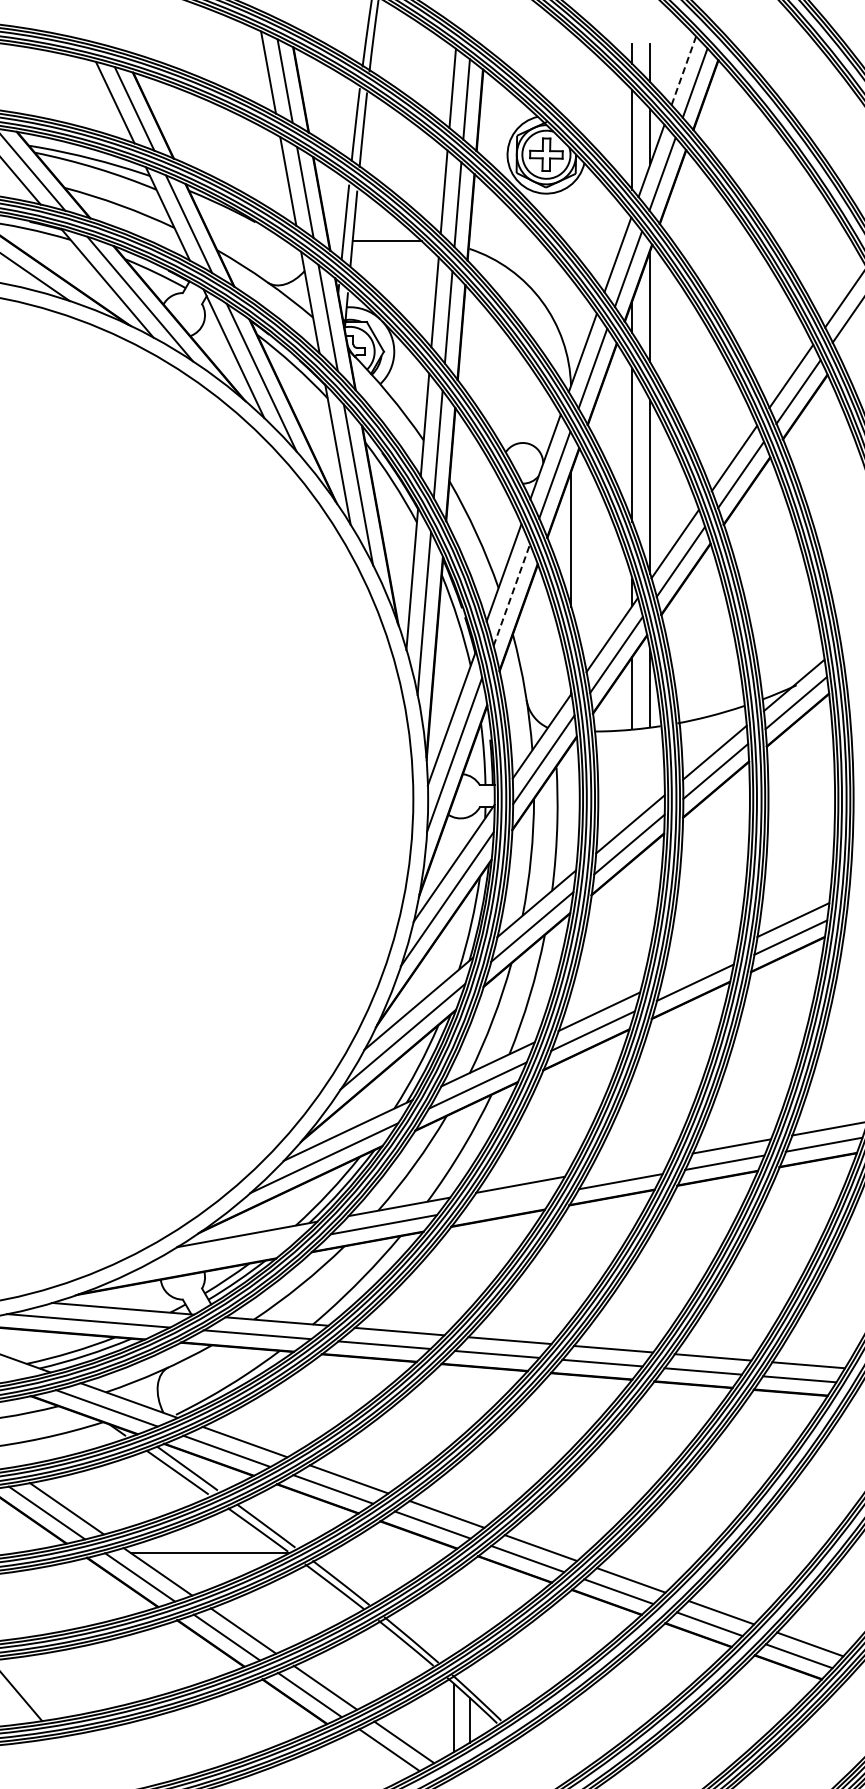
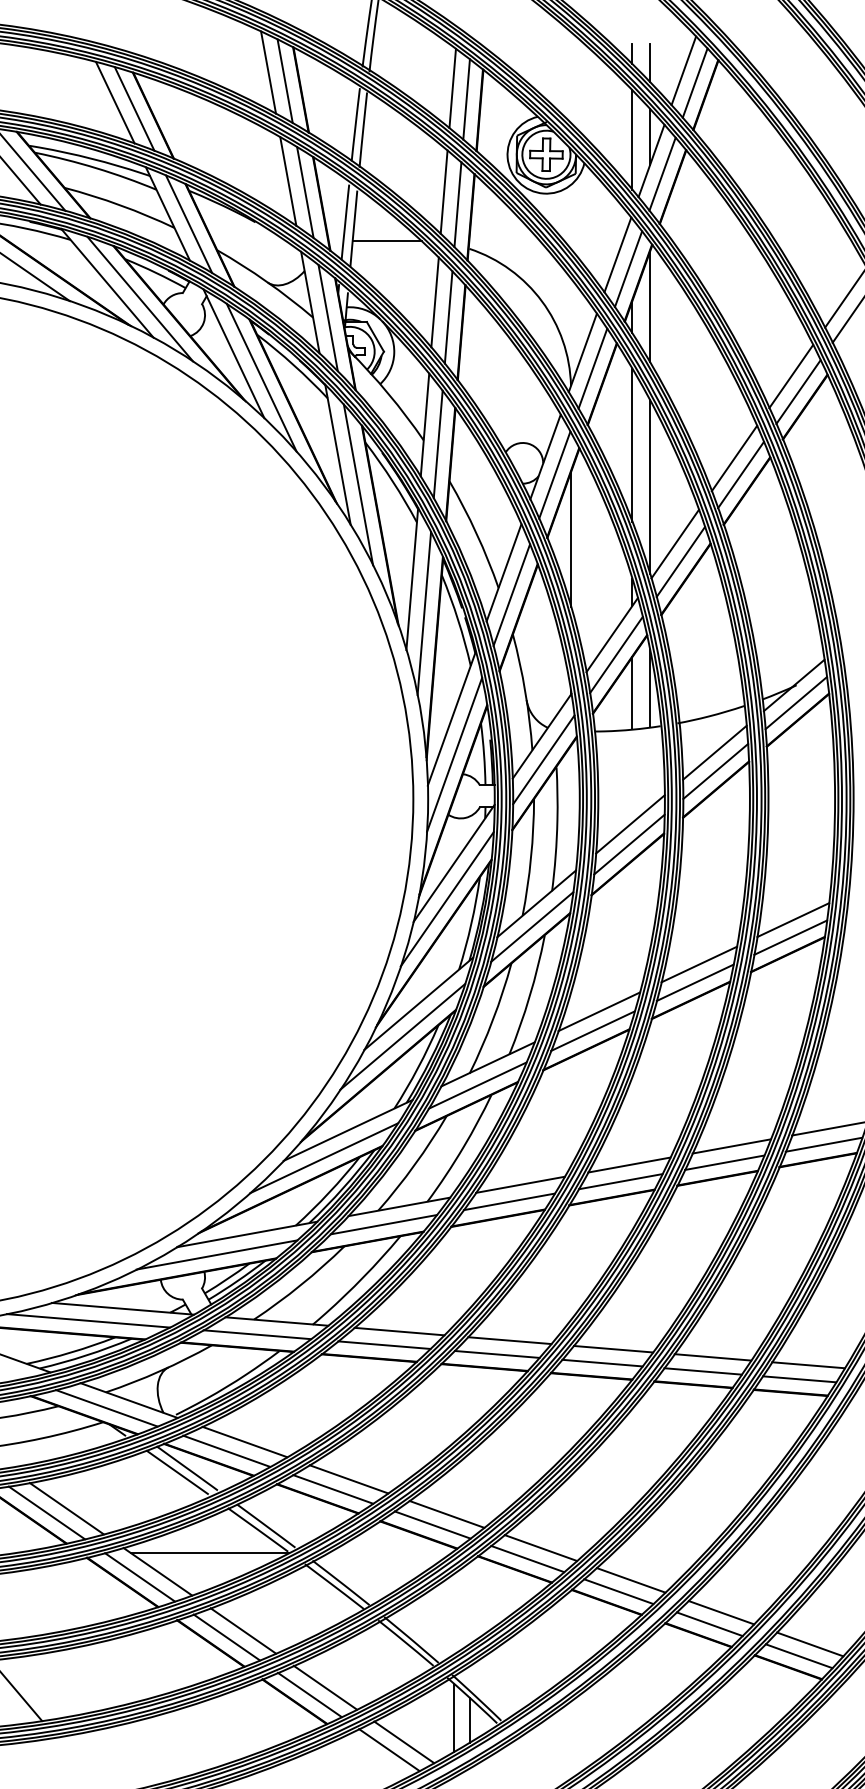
line at (684, 70): dashed -> solid
line at (511, 595): dashed -> solid
line at (699, 964): none -> present
line at (629, 1164): none -> present
line at (508, 1201): none -> present
line at (216, 1254): none -> present
